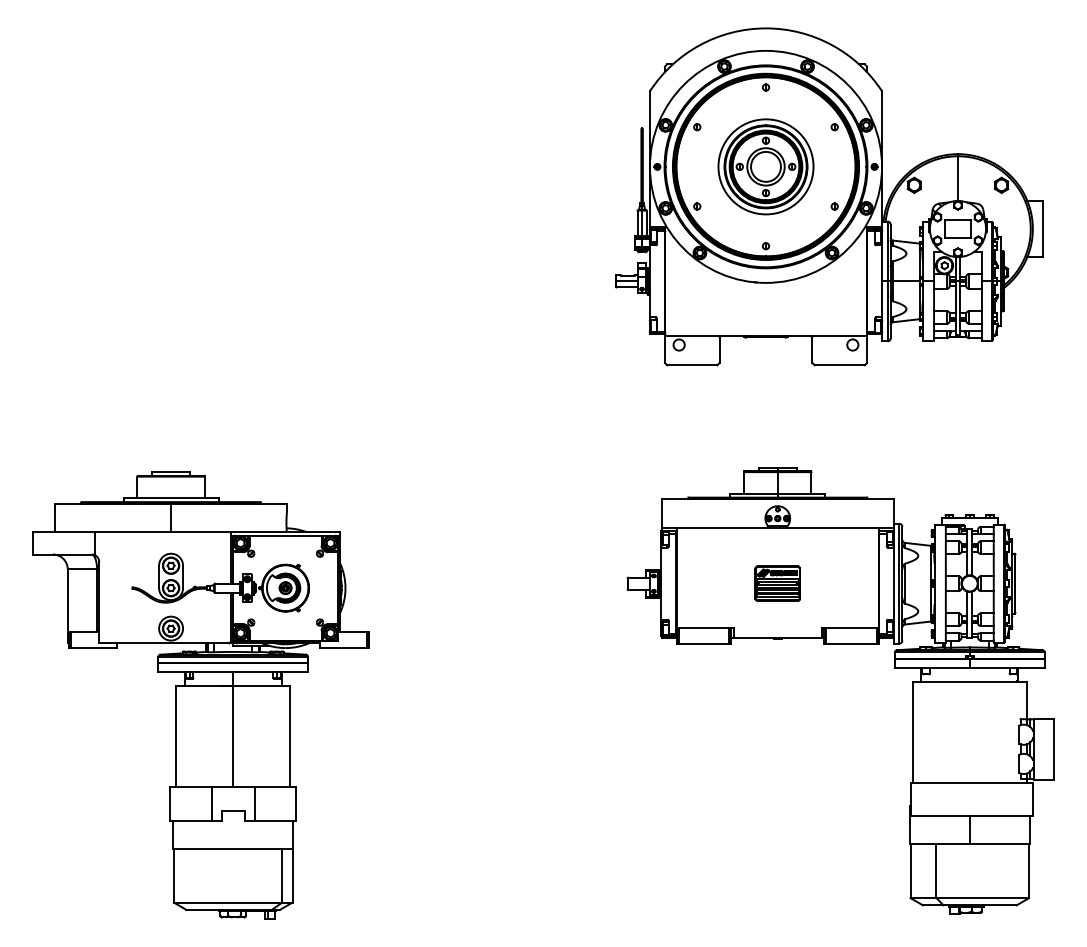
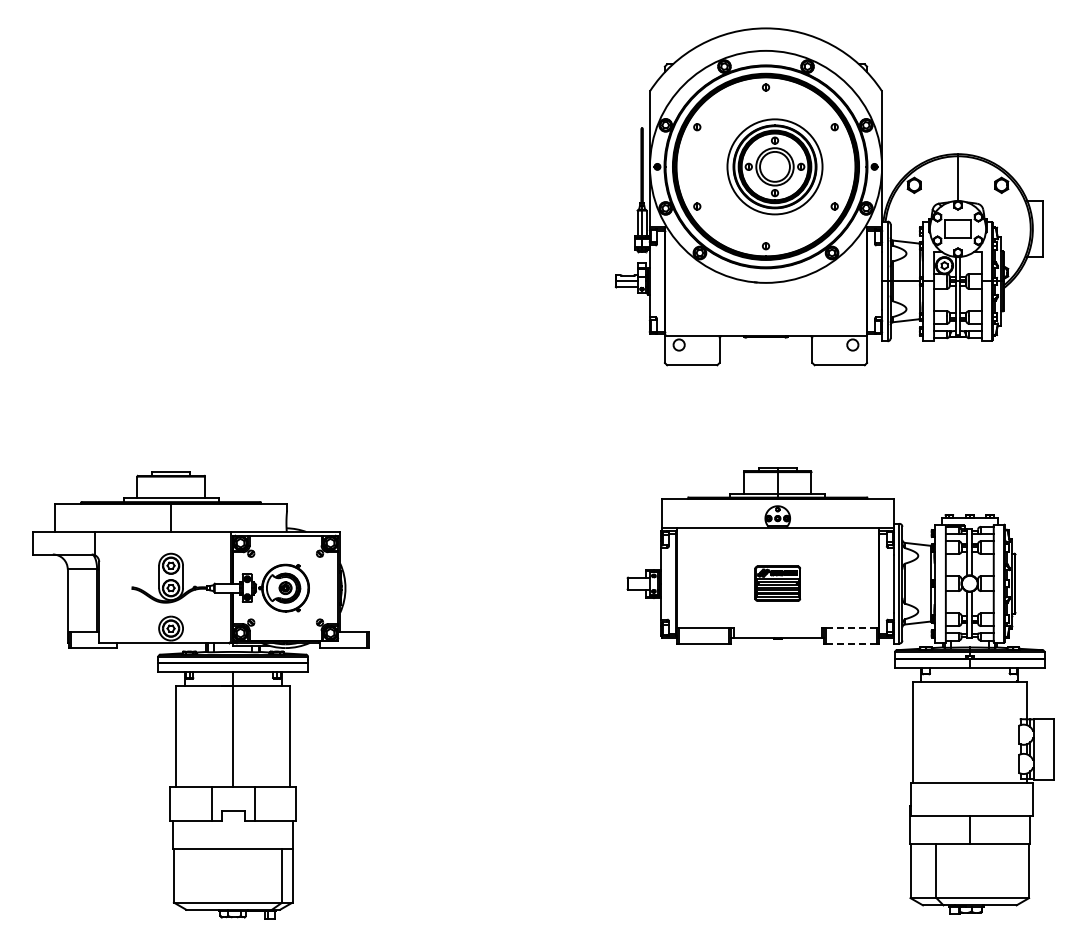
part at (765, 166) position: (765, 166) -> (774, 166)
line at (851, 627): solid -> dashed
line at (851, 643): solid -> dashed
